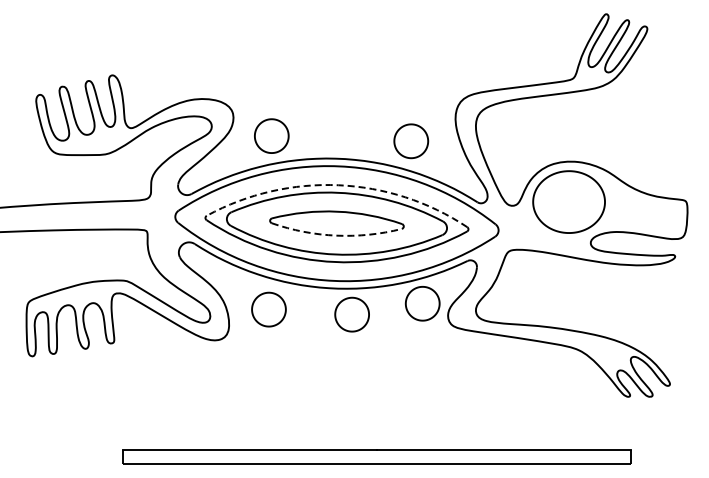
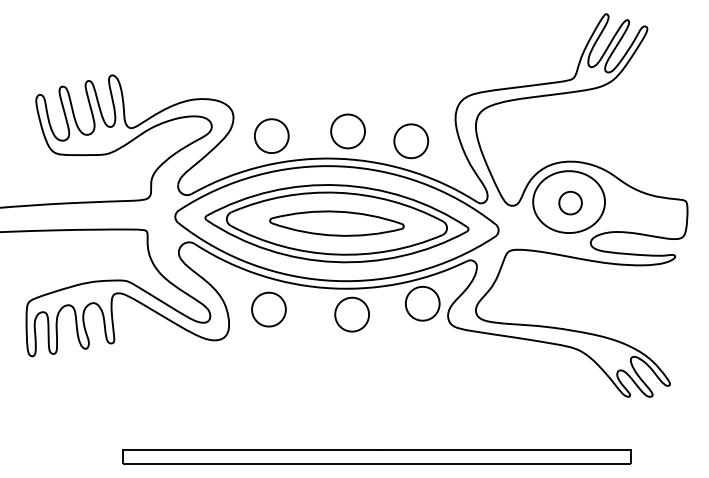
part at (347, 131): none -> present
arc at (338, 185): dashed -> solid
part at (570, 202): none -> present
arc at (336, 235): dashed -> solid
